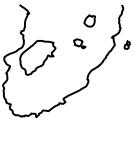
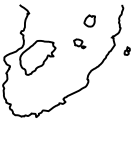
part at (126, 44) position: (126, 44) -> (126, 50)
